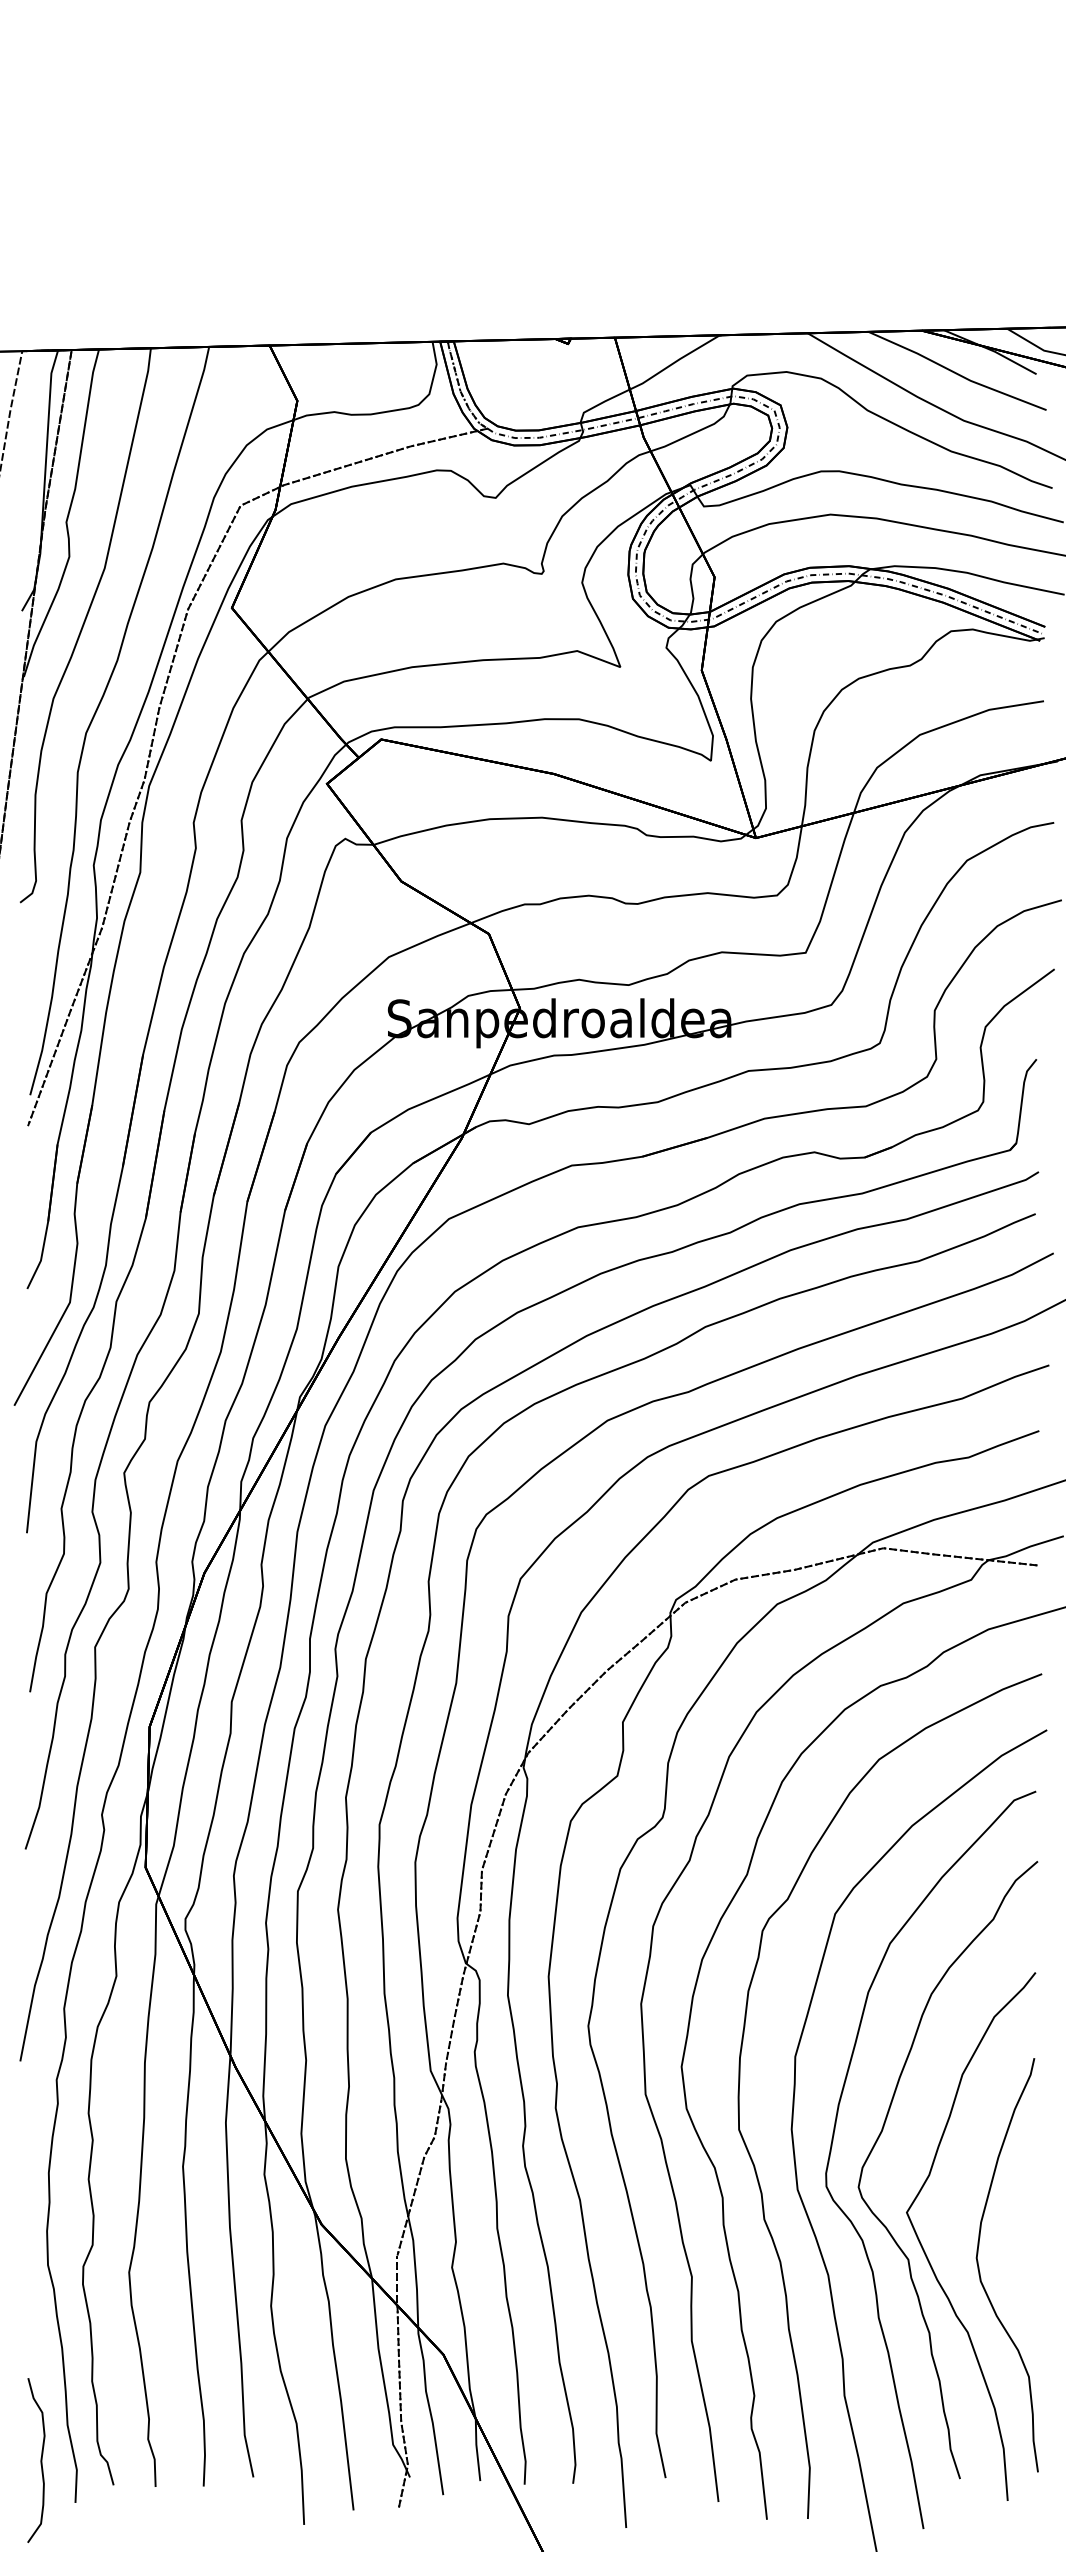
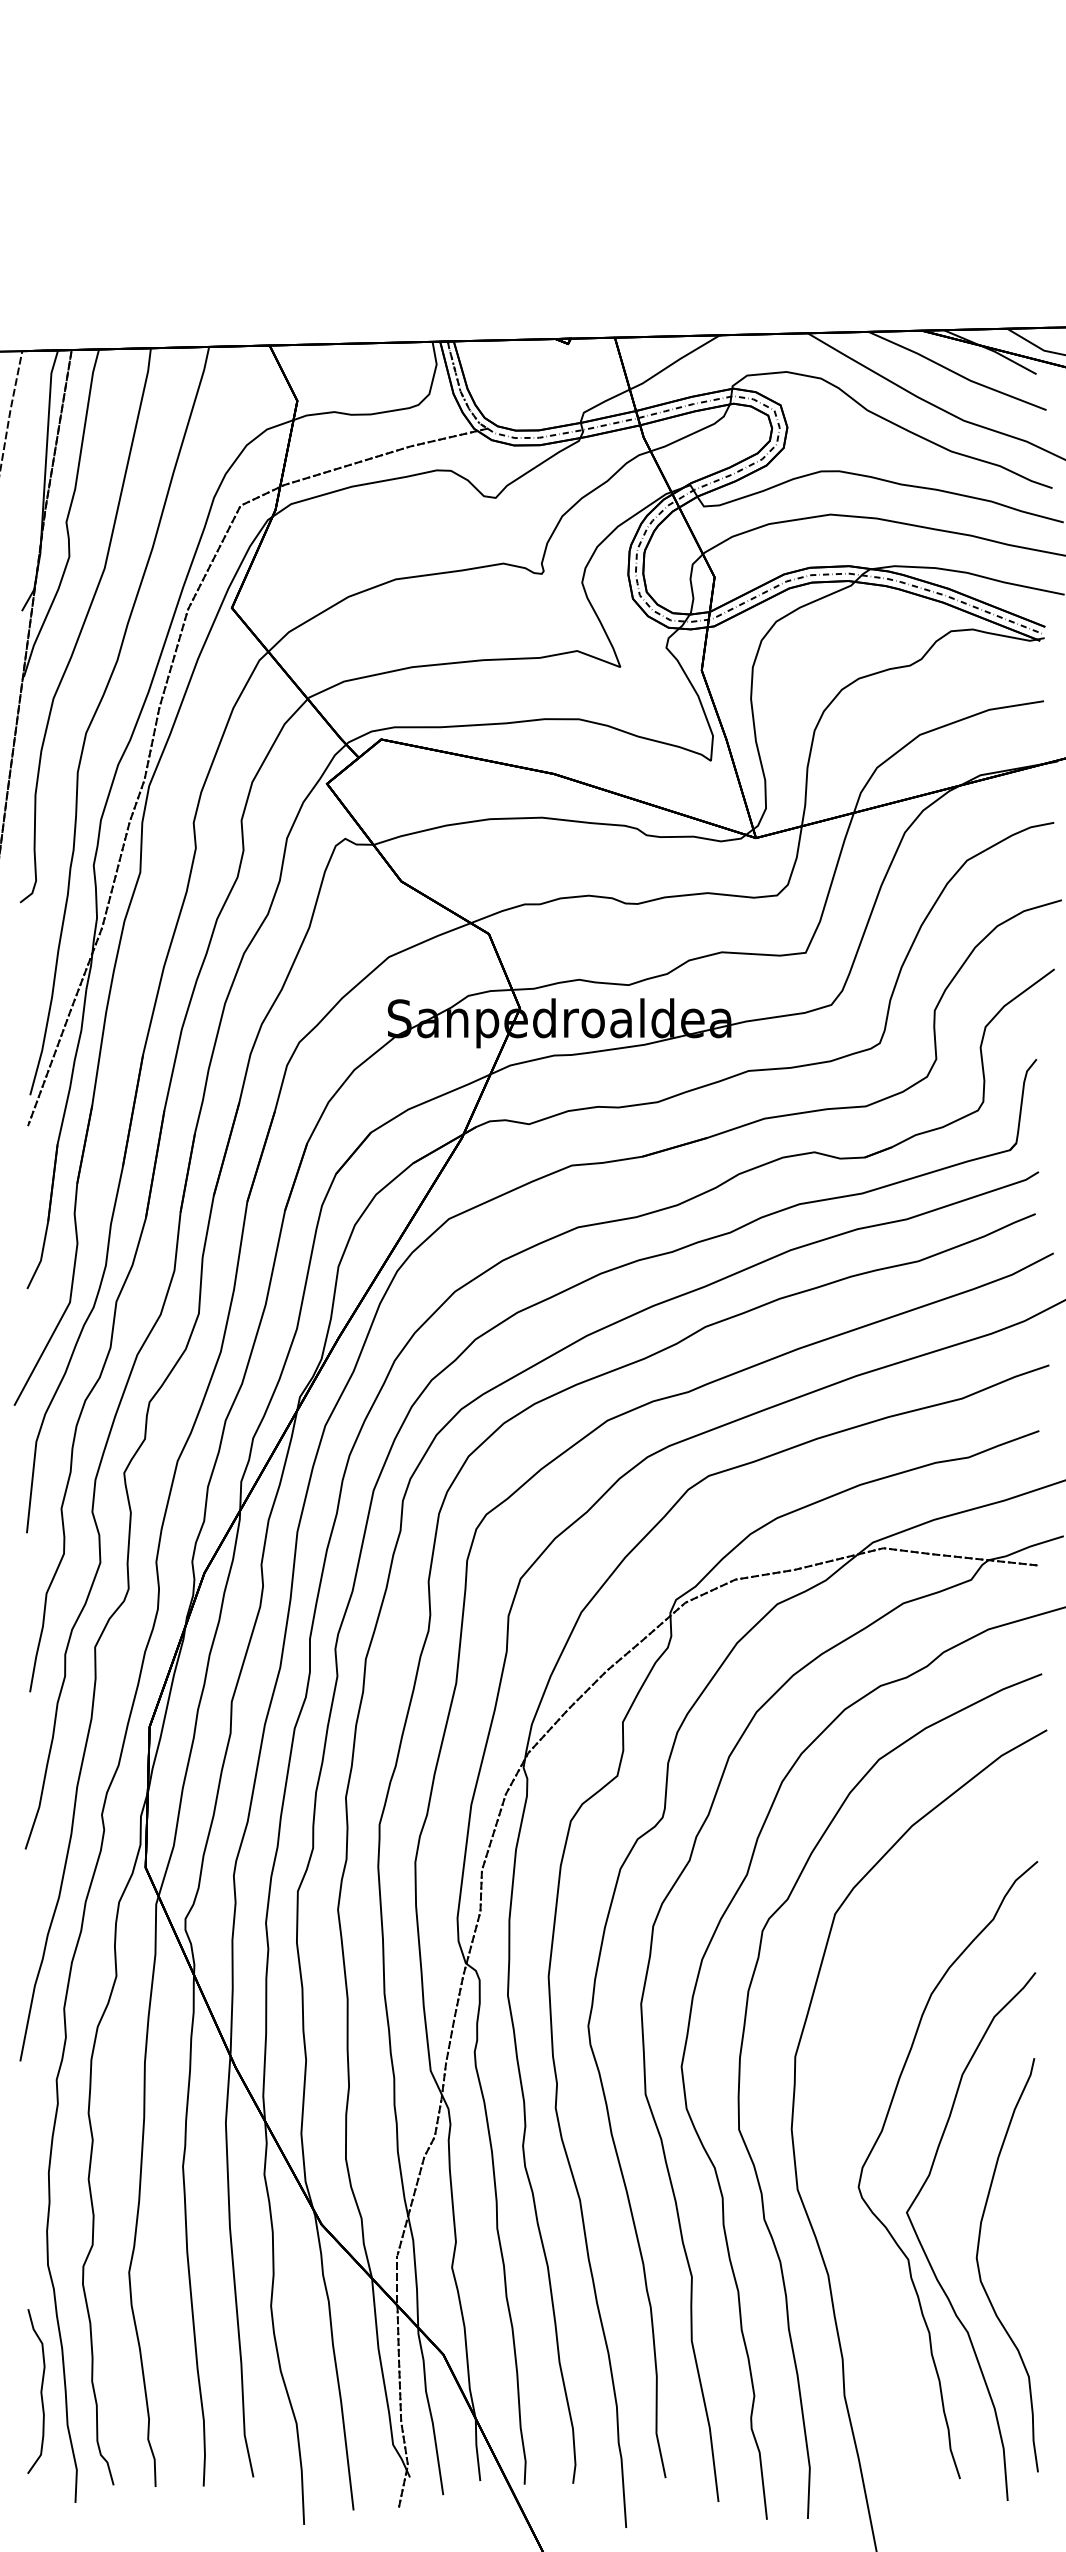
curve at (833, 2141): present -> none
curve at (40, 2460) position: (40, 2460) -> (40, 2391)
